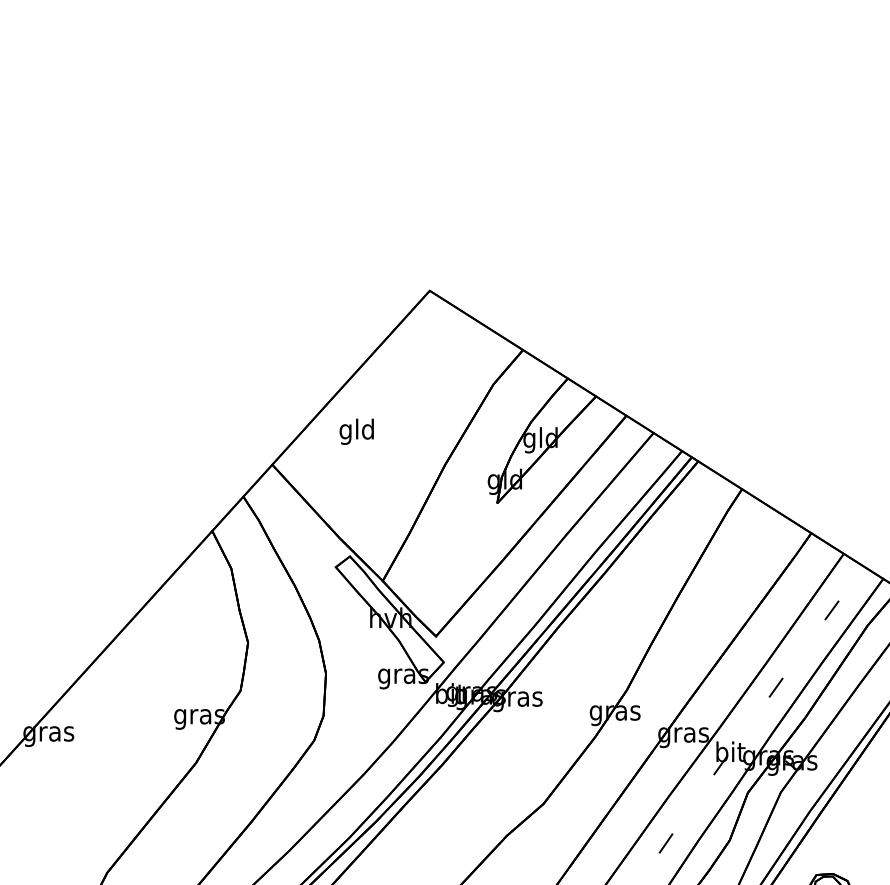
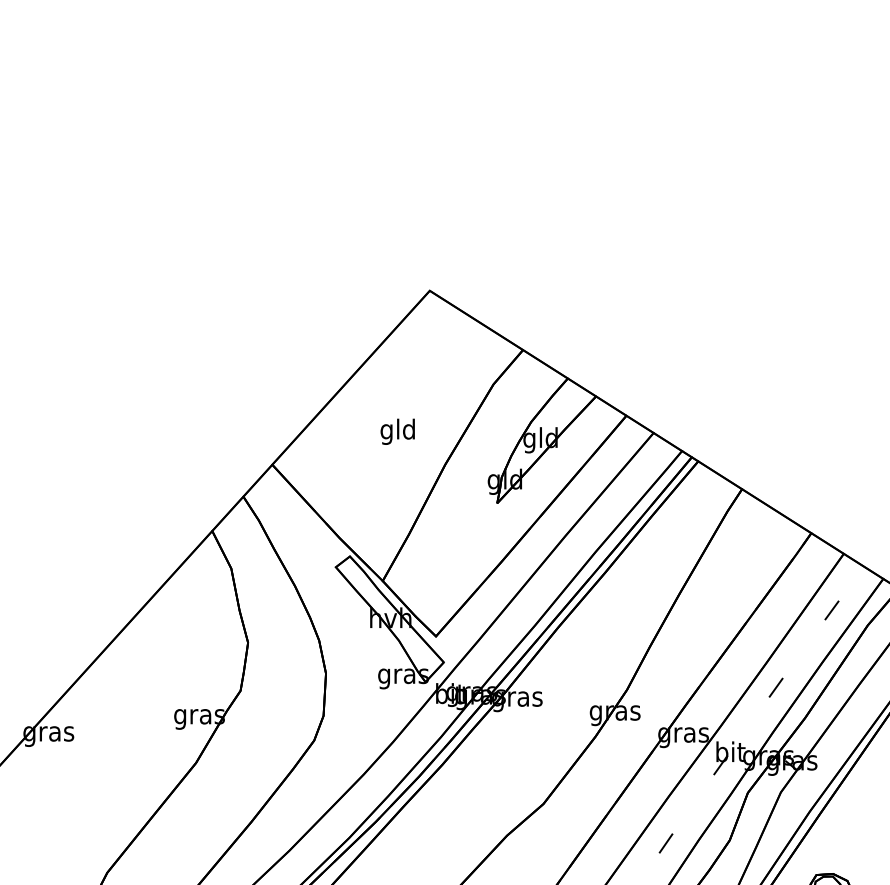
text at (356, 431) position: (356, 431) -> (397, 431)
